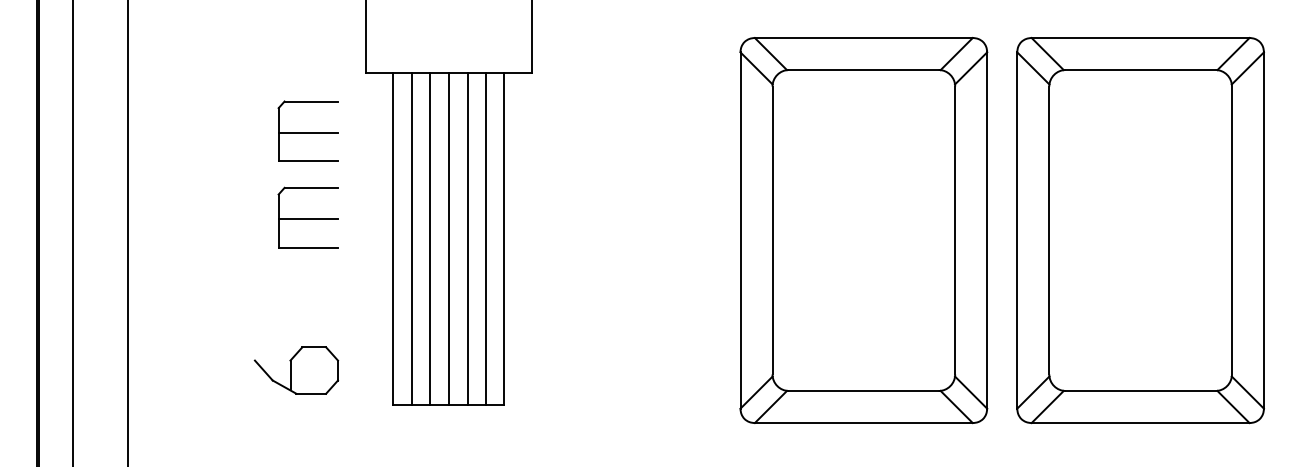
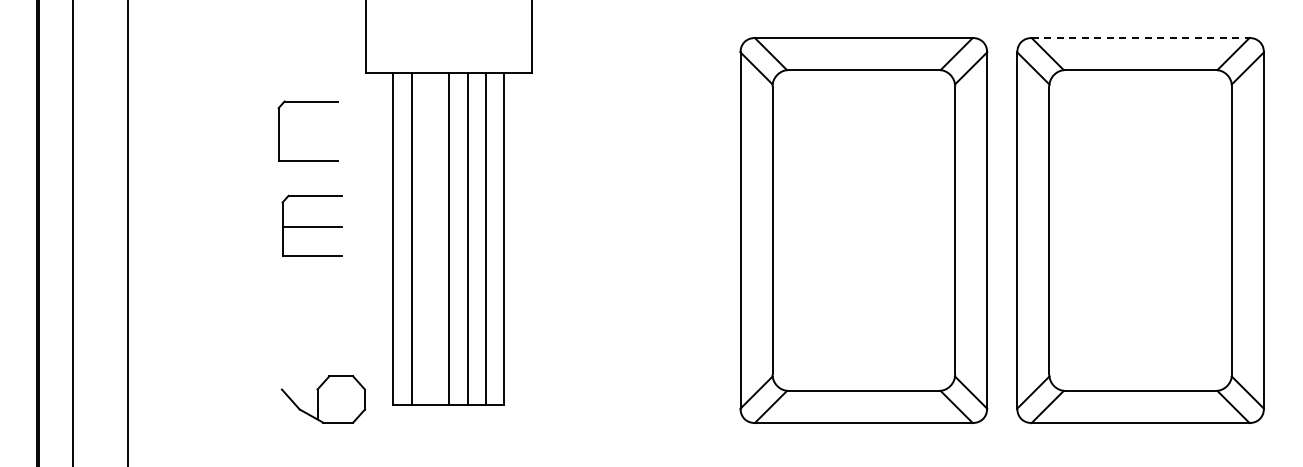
line at (1140, 38): solid -> dashed
line at (308, 132): present -> none
part at (307, 217) position: (307, 217) -> (311, 225)
line at (429, 238): present -> none
part at (296, 370) position: (296, 370) -> (323, 399)
